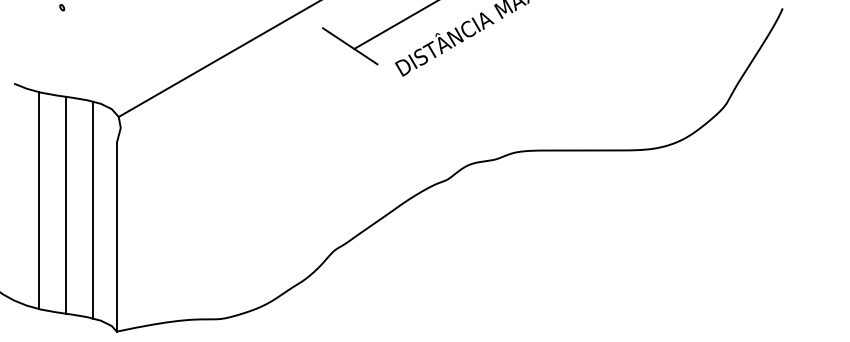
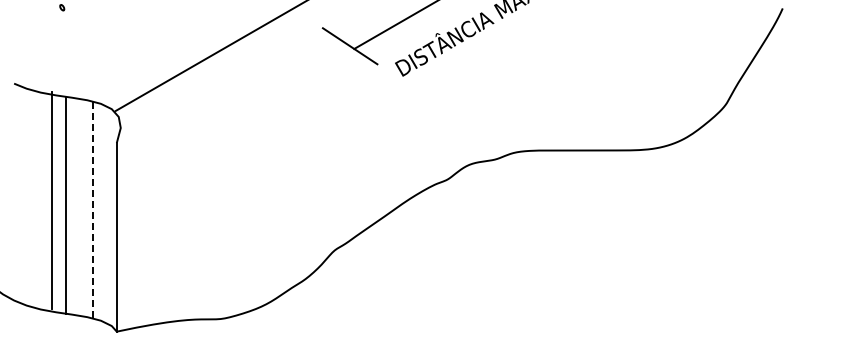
line at (218, 59) position: (218, 59) -> (209, 56)
line at (39, 200) position: (39, 200) -> (52, 200)
line at (92, 210): solid -> dashed
